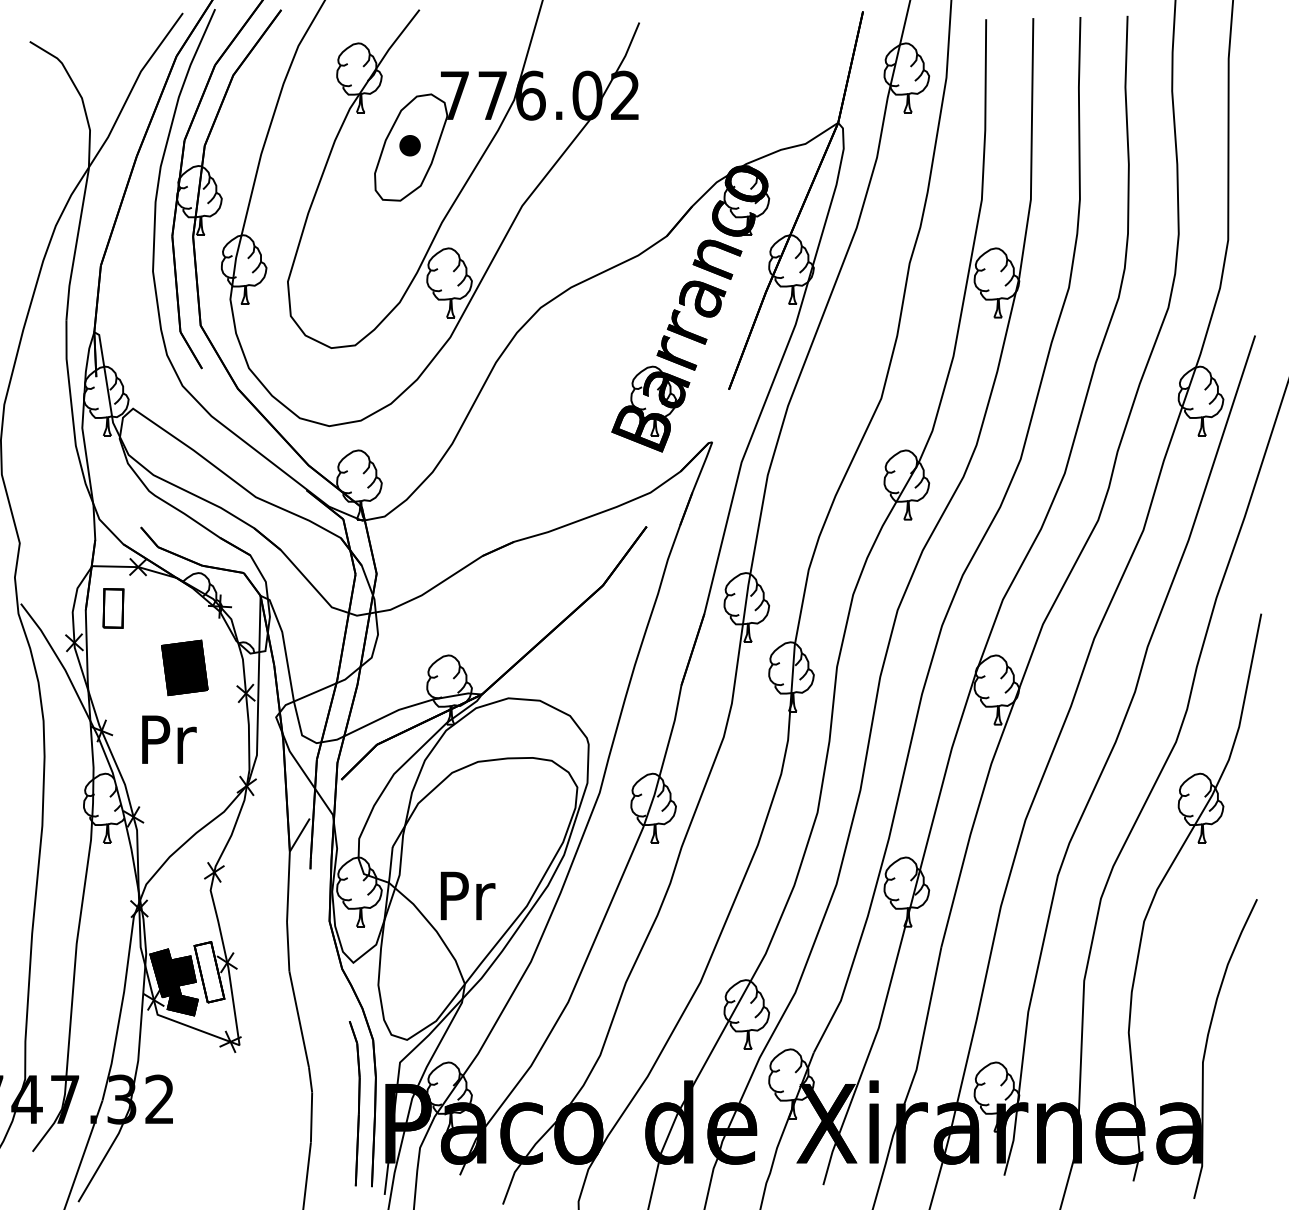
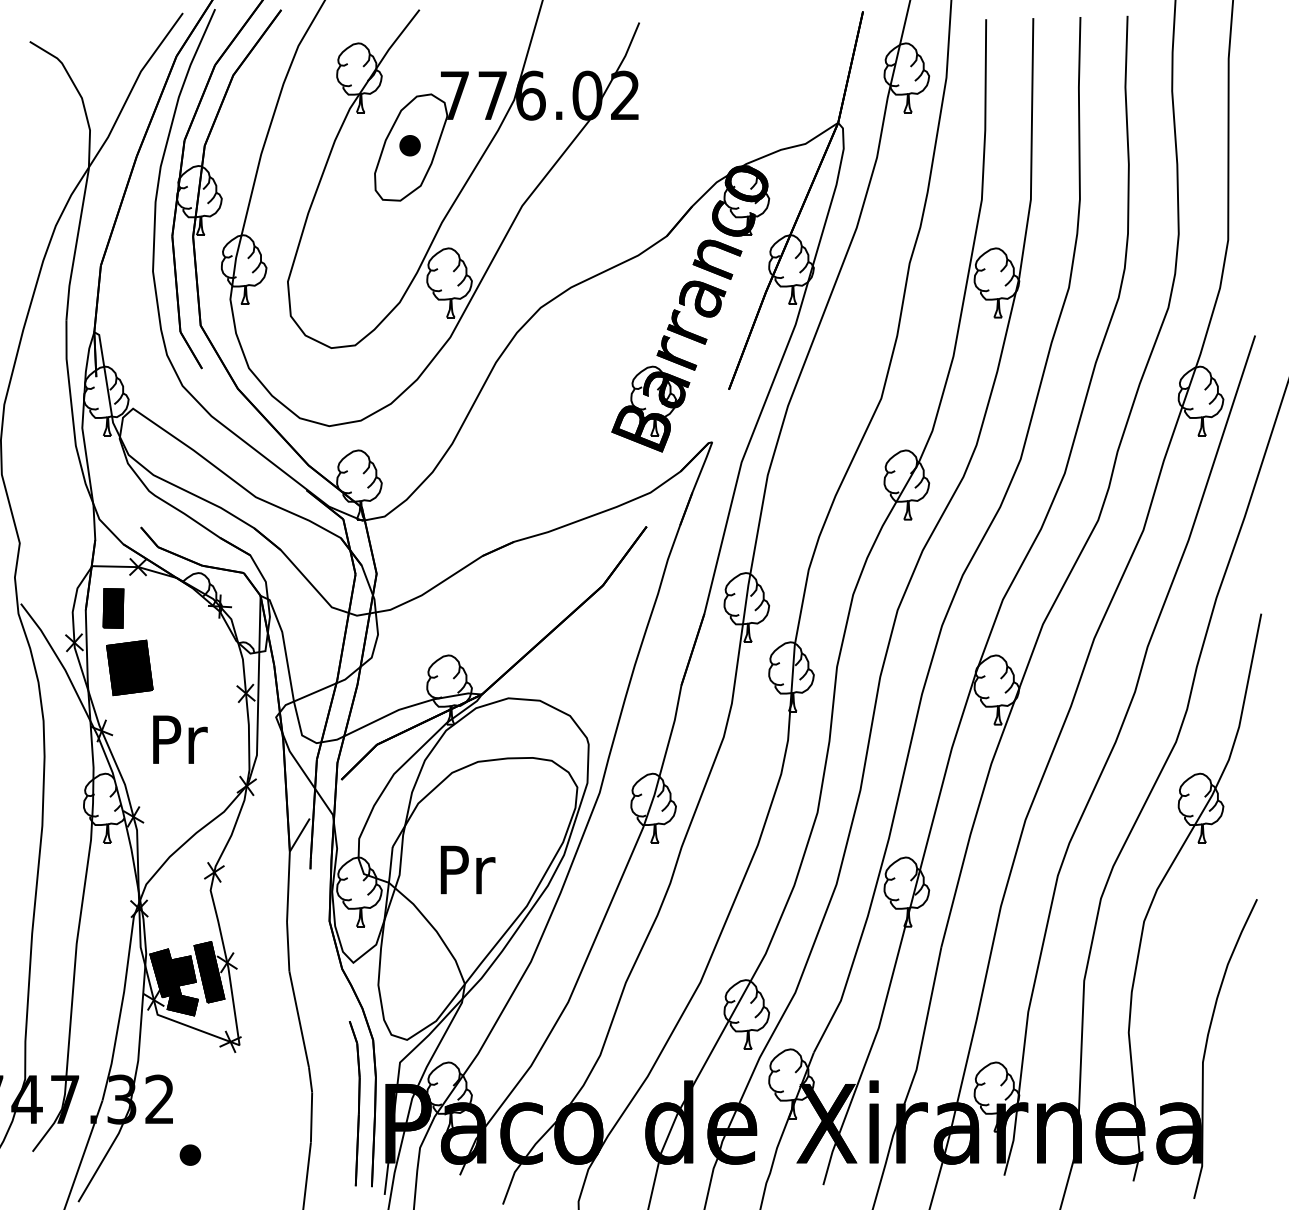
fill at (113, 608): none -> present
part at (184, 667) position: (184, 667) -> (129, 667)
text at (169, 739) position: (169, 739) -> (180, 739)
text at (467, 895) position: (467, 895) -> (467, 869)
fill at (209, 972): none -> present
part at (190, 1154): none -> present
